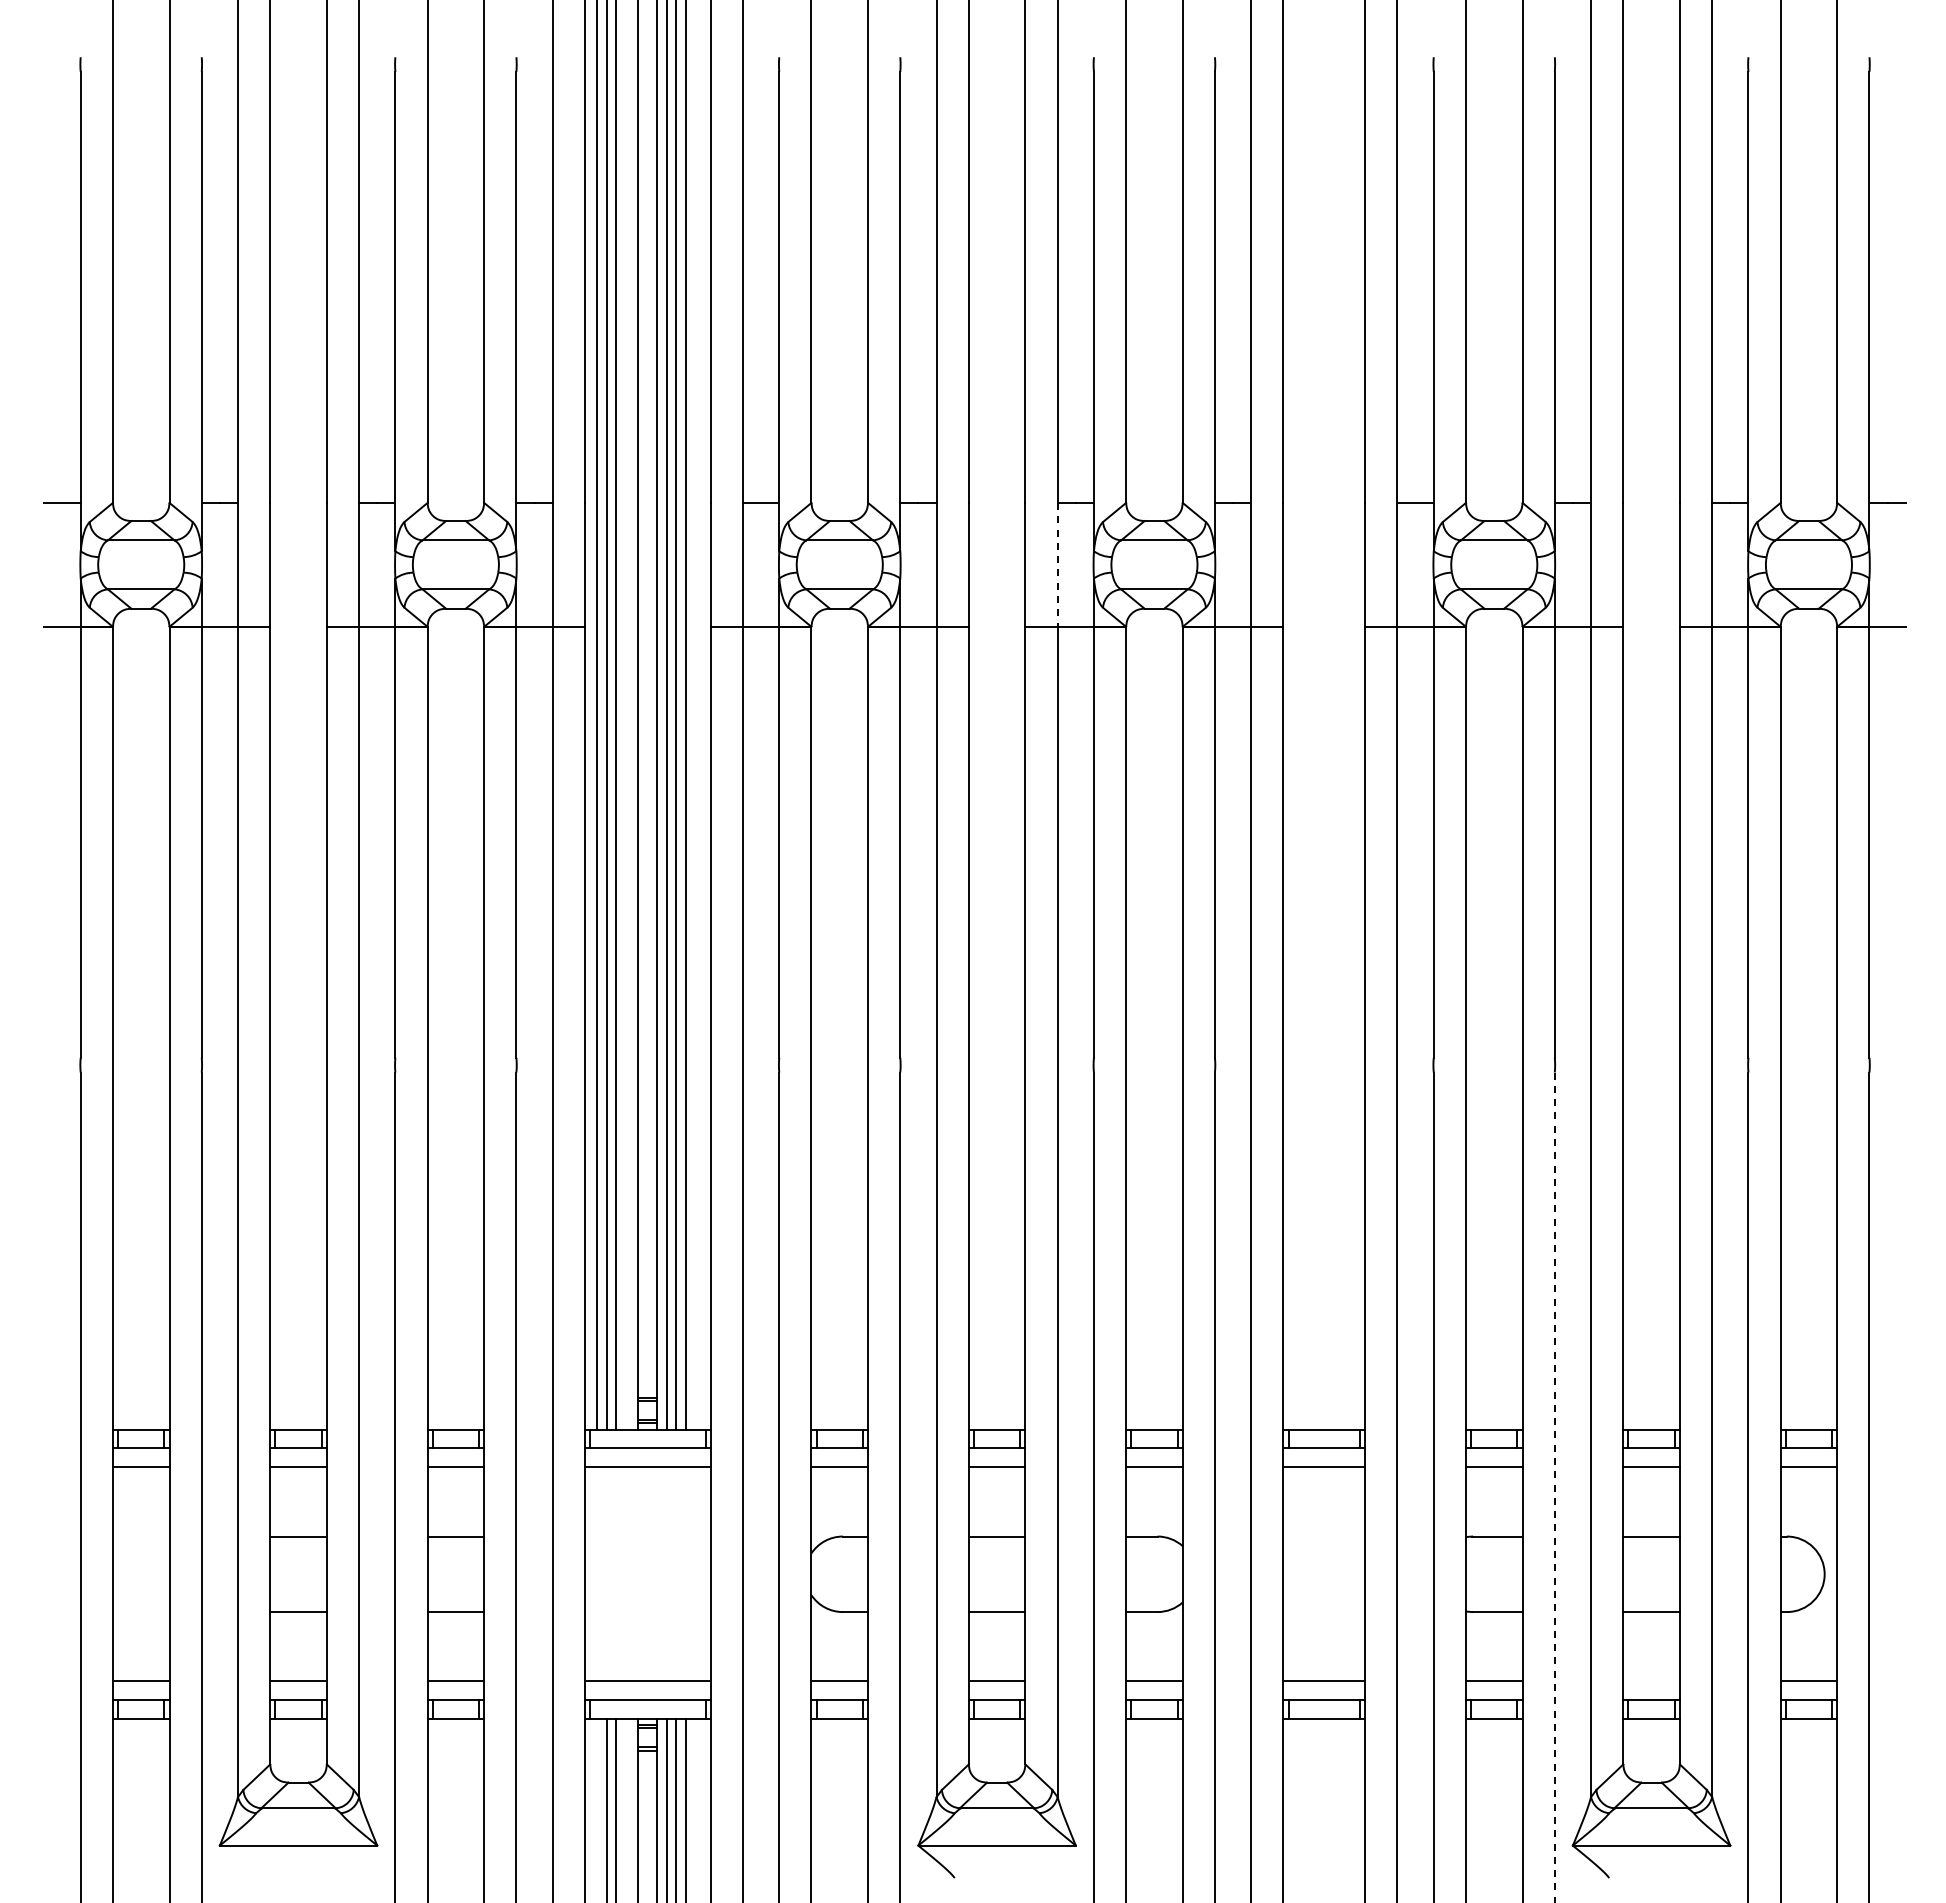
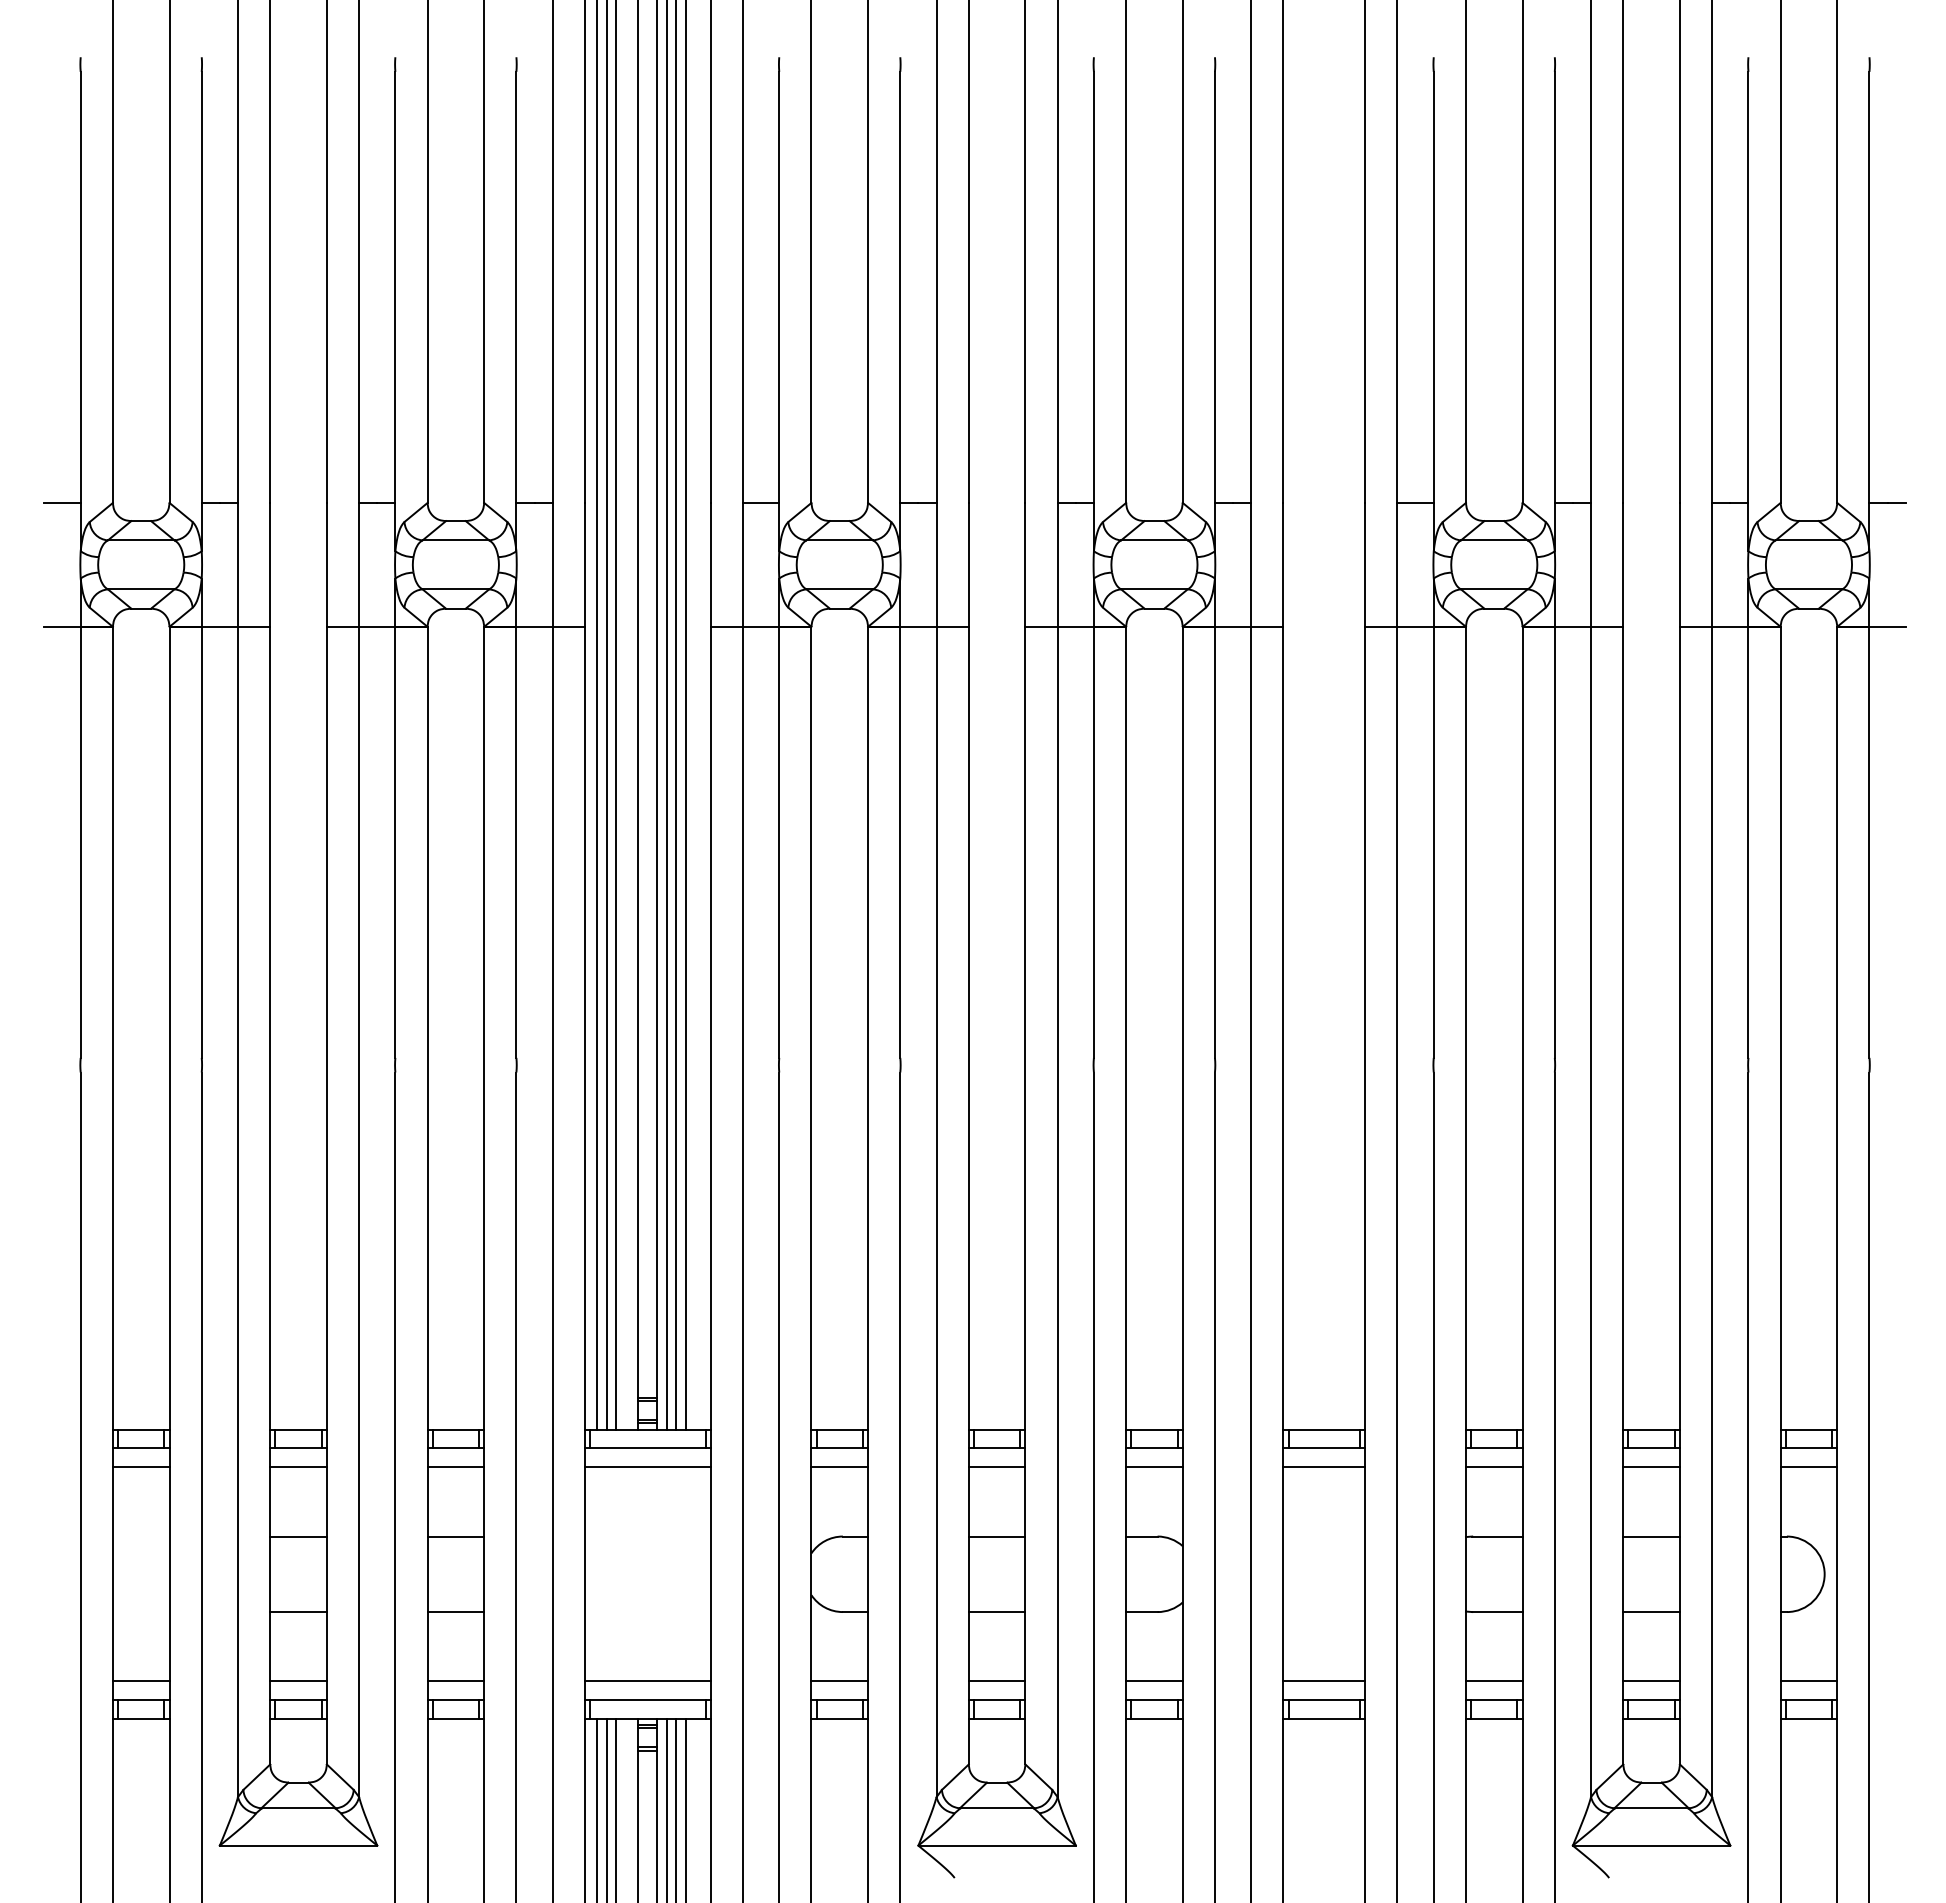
line at (1057, 564): dashed -> solid
line at (1554, 1488): dashed -> solid
line at (1651, 1681): none -> present
line at (597, 1809): none -> present
